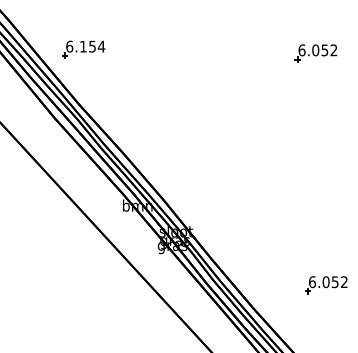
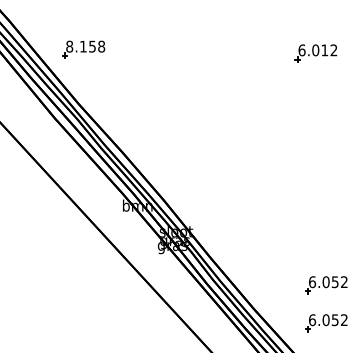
text at (85, 46): 6.154 -> 8.158
text at (324, 50): 6.052 -> 6.012
part at (326, 323): none -> present
